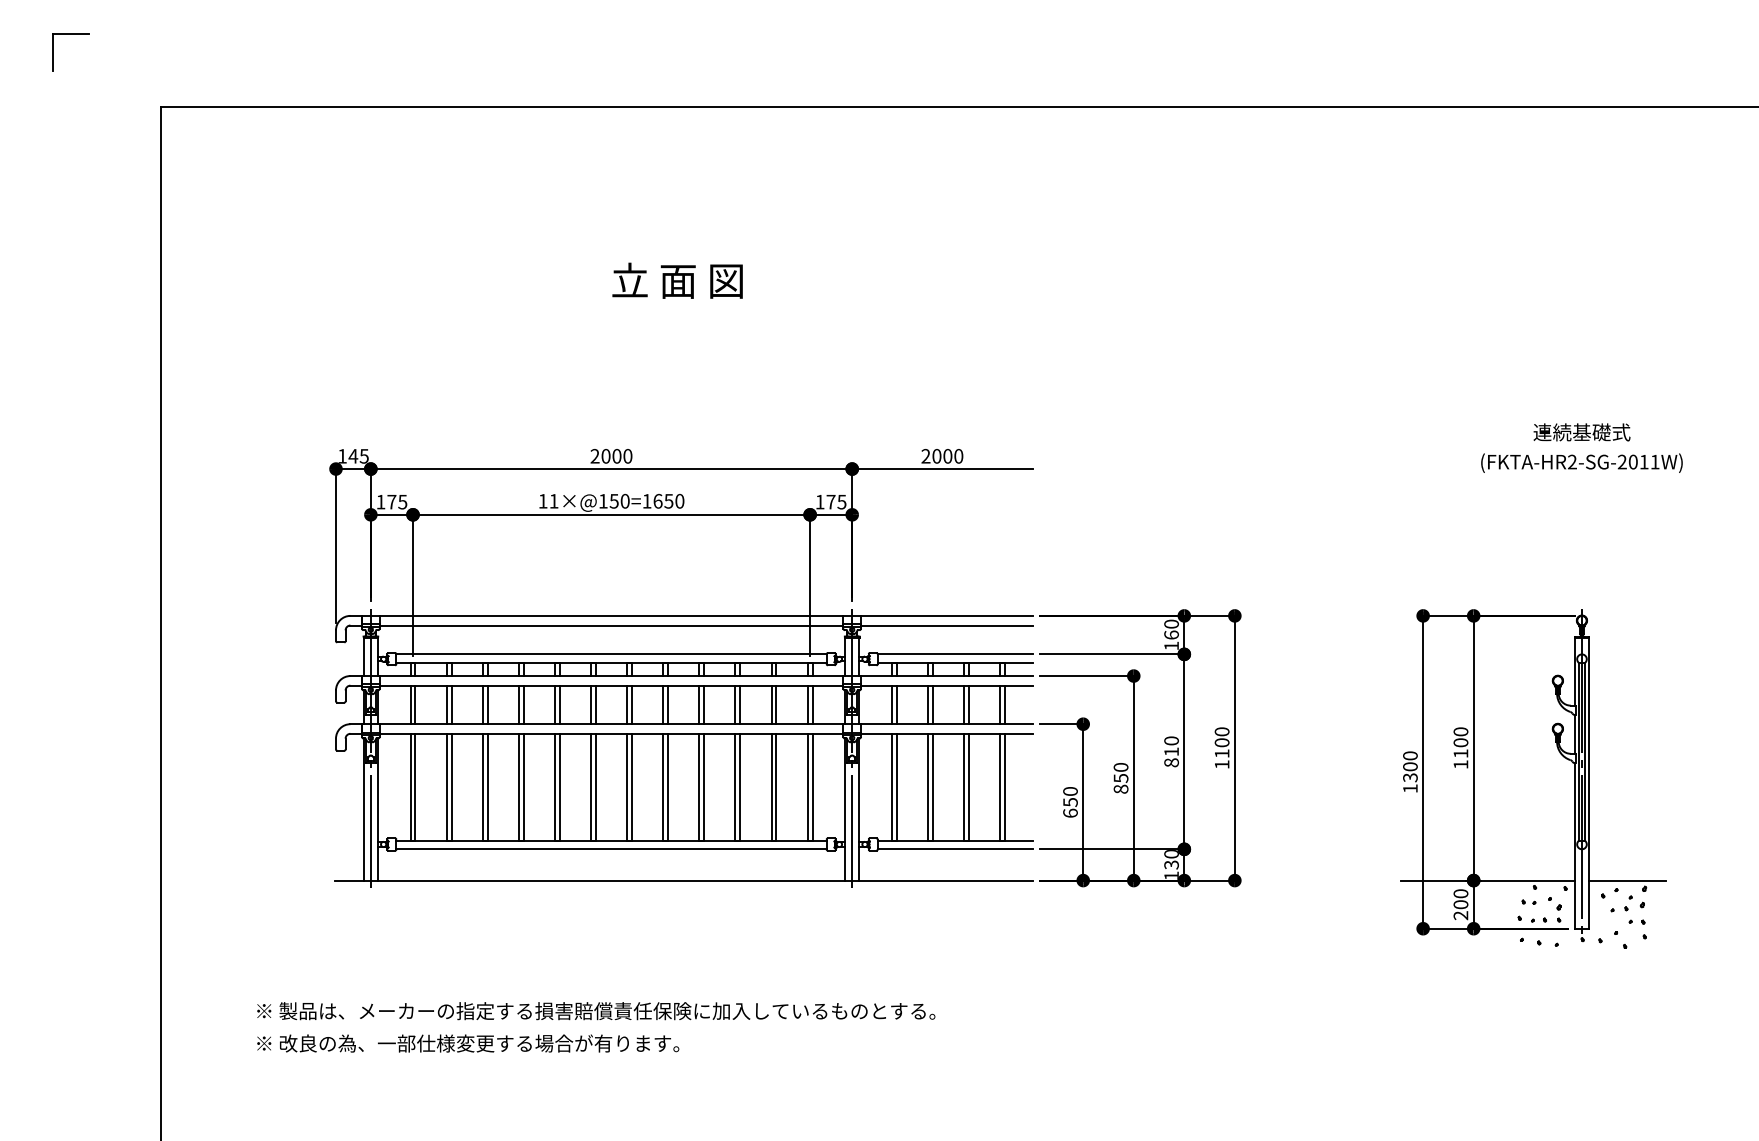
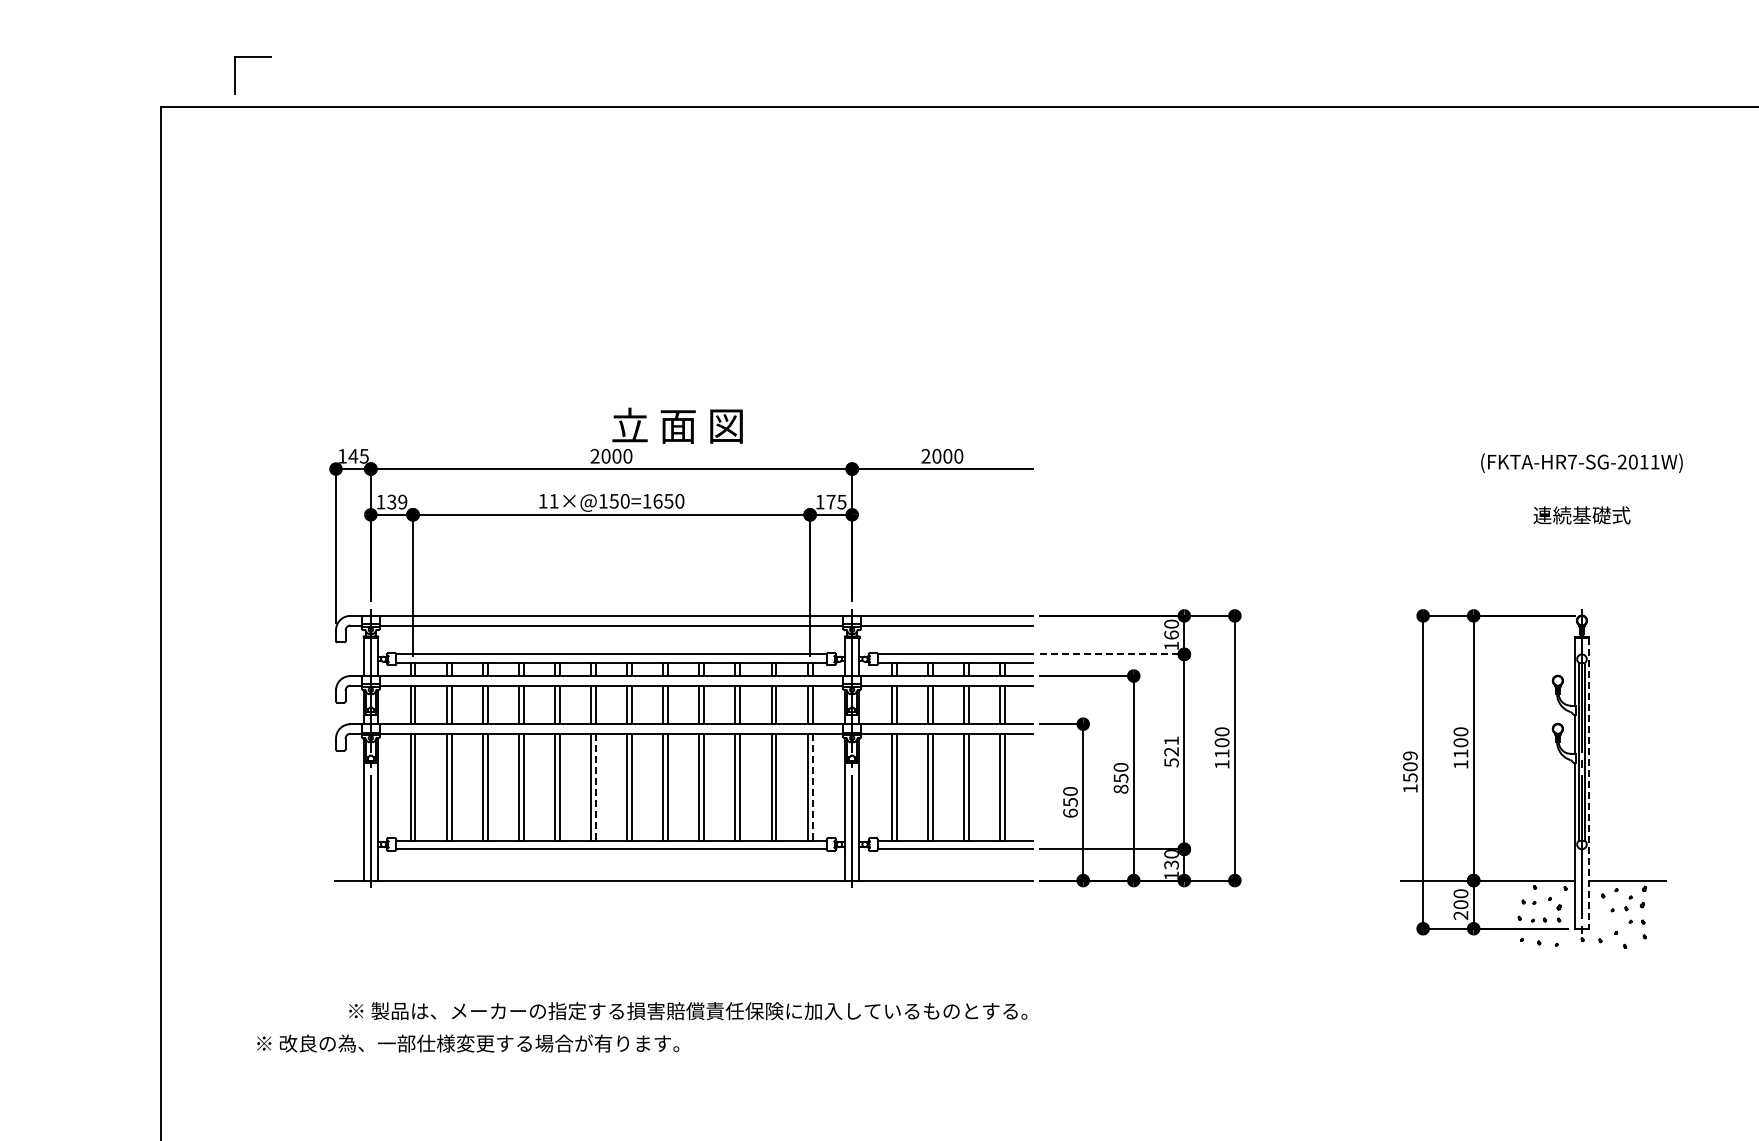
part at (53, 52) position: (53, 52) -> (235, 75)
text at (677, 280) position: (677, 280) -> (677, 425)
text at (1581, 432) position: (1581, 432) -> (1581, 515)
text at (1572, 461): (FKTA-HR2-SG-2011W) -> (FKTA-HR7-SG-2011W)
text at (397, 501): 175 -> 139
line at (1112, 654): solid -> dashed
text at (1171, 751): 810 -> 521
text at (1410, 766): 1300 -> 1509
line at (1589, 784): solid -> dashed
line at (595, 787): solid -> dashed
line at (812, 787): solid -> dashed
text at (596, 1011) position: (596, 1011) -> (688, 1011)
